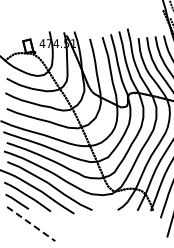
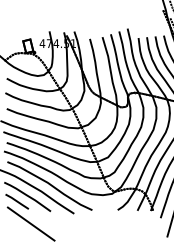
line at (31, 224): dashed -> solid
